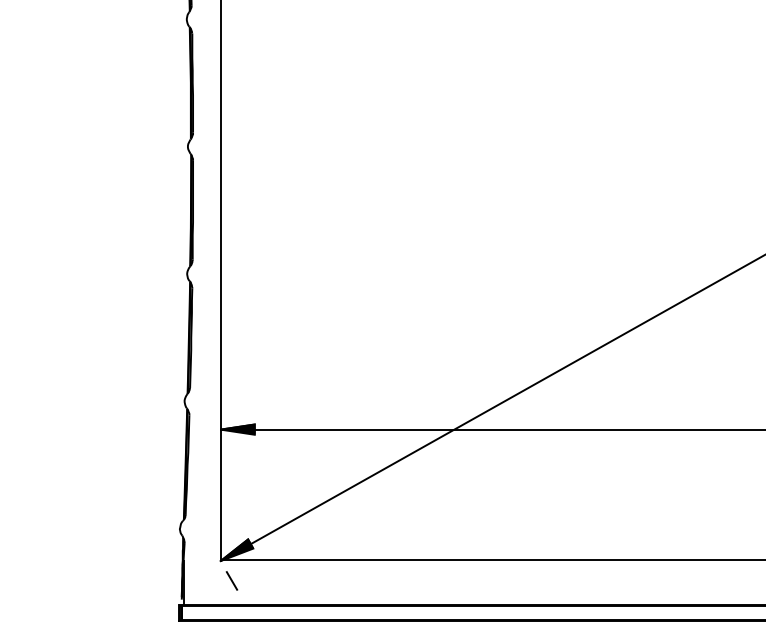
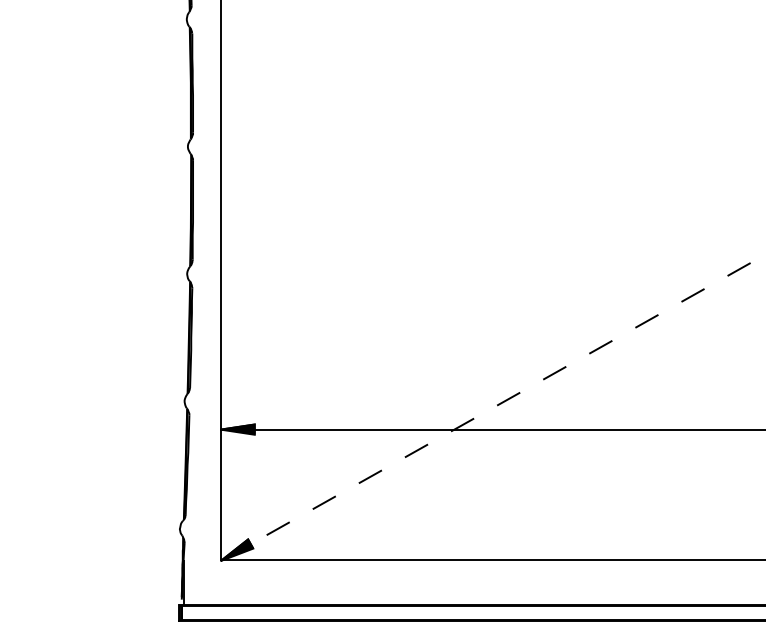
line at (493, 407): solid -> dashed
line at (231, 580): present -> none
